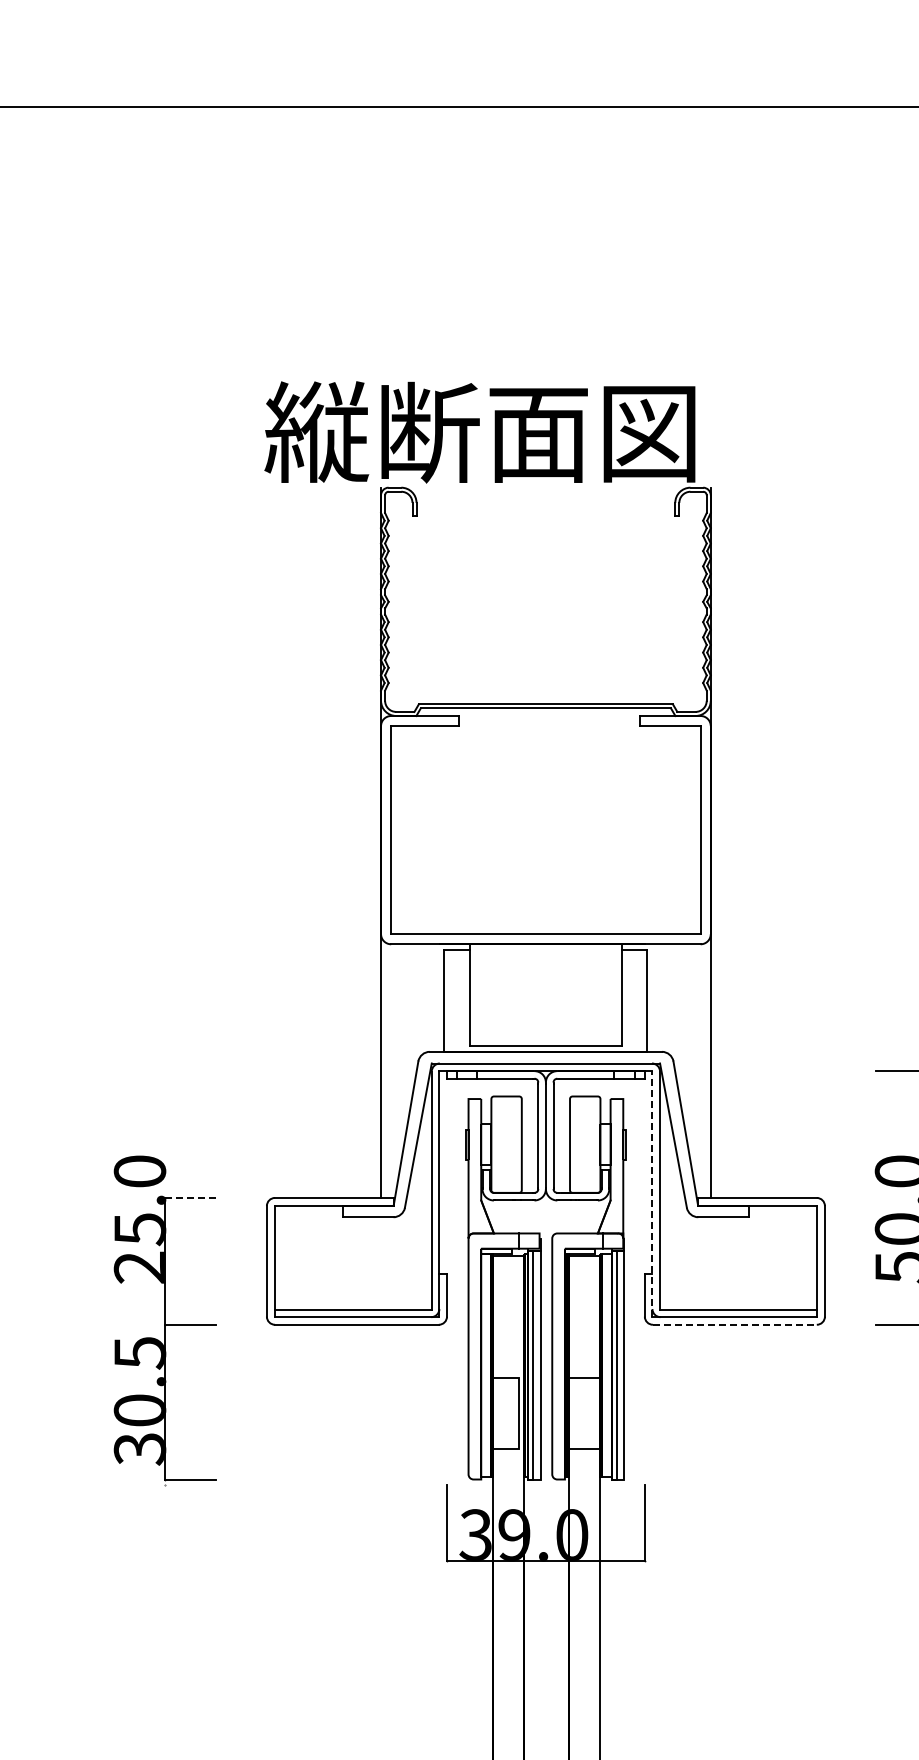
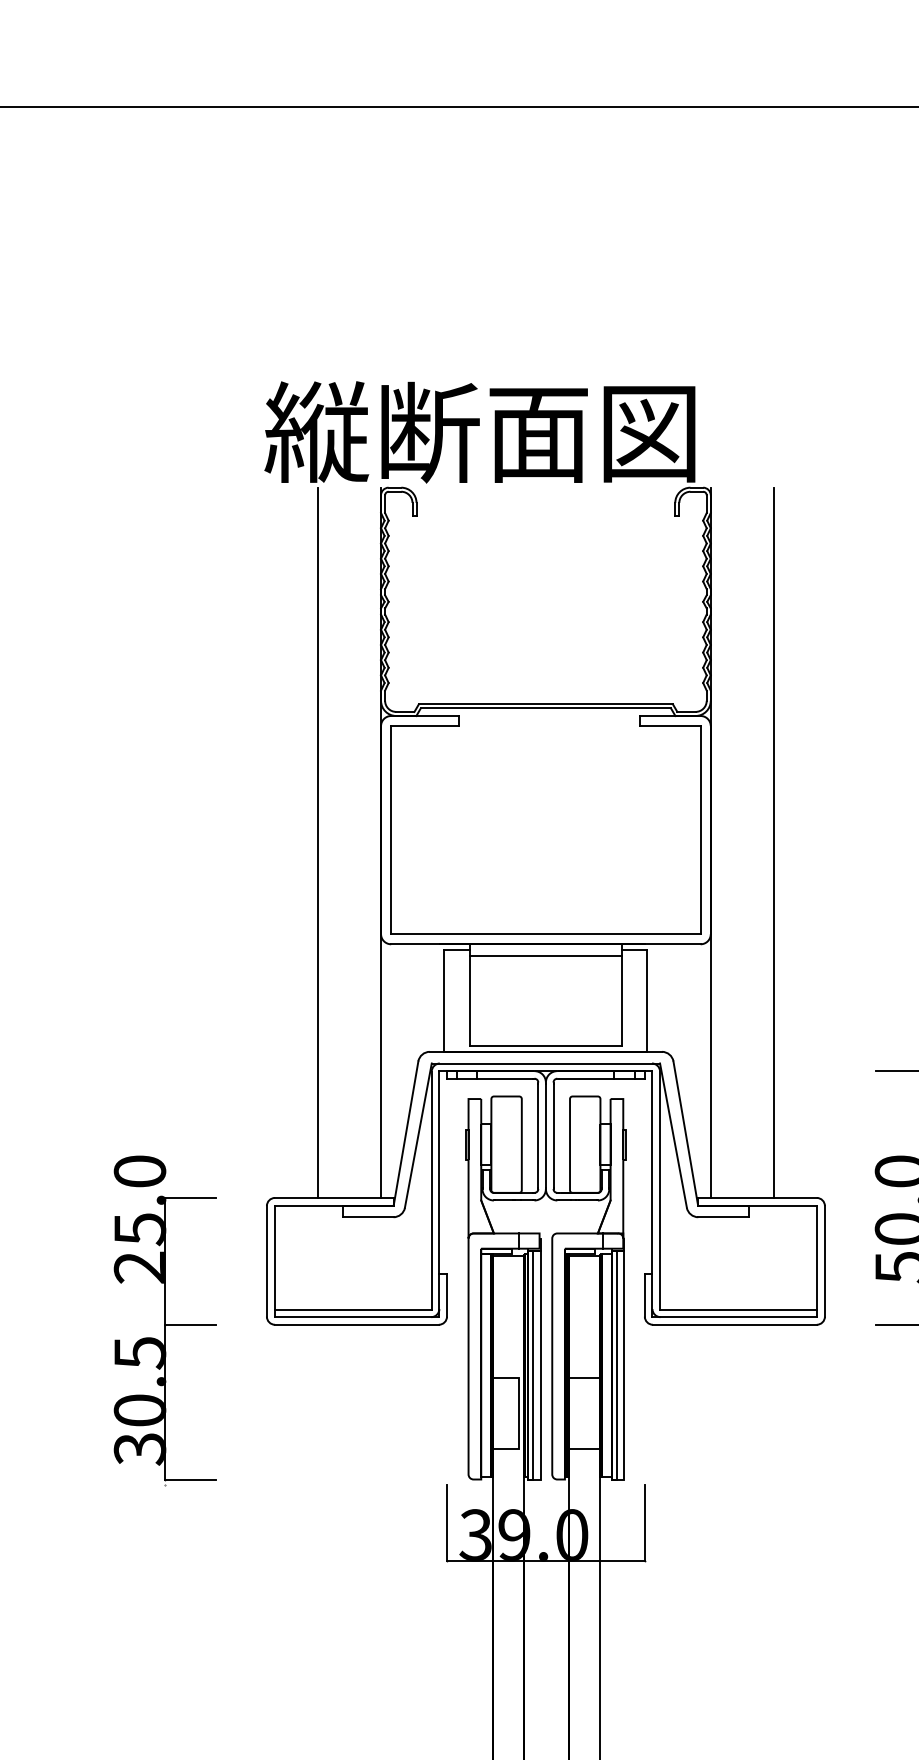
line at (317, 842): none -> present
line at (774, 842): none -> present
line at (545, 955): none -> present
line at (652, 1193): dashed -> solid
line at (191, 1197): dashed -> solid
line at (734, 1324): dashed -> solid
